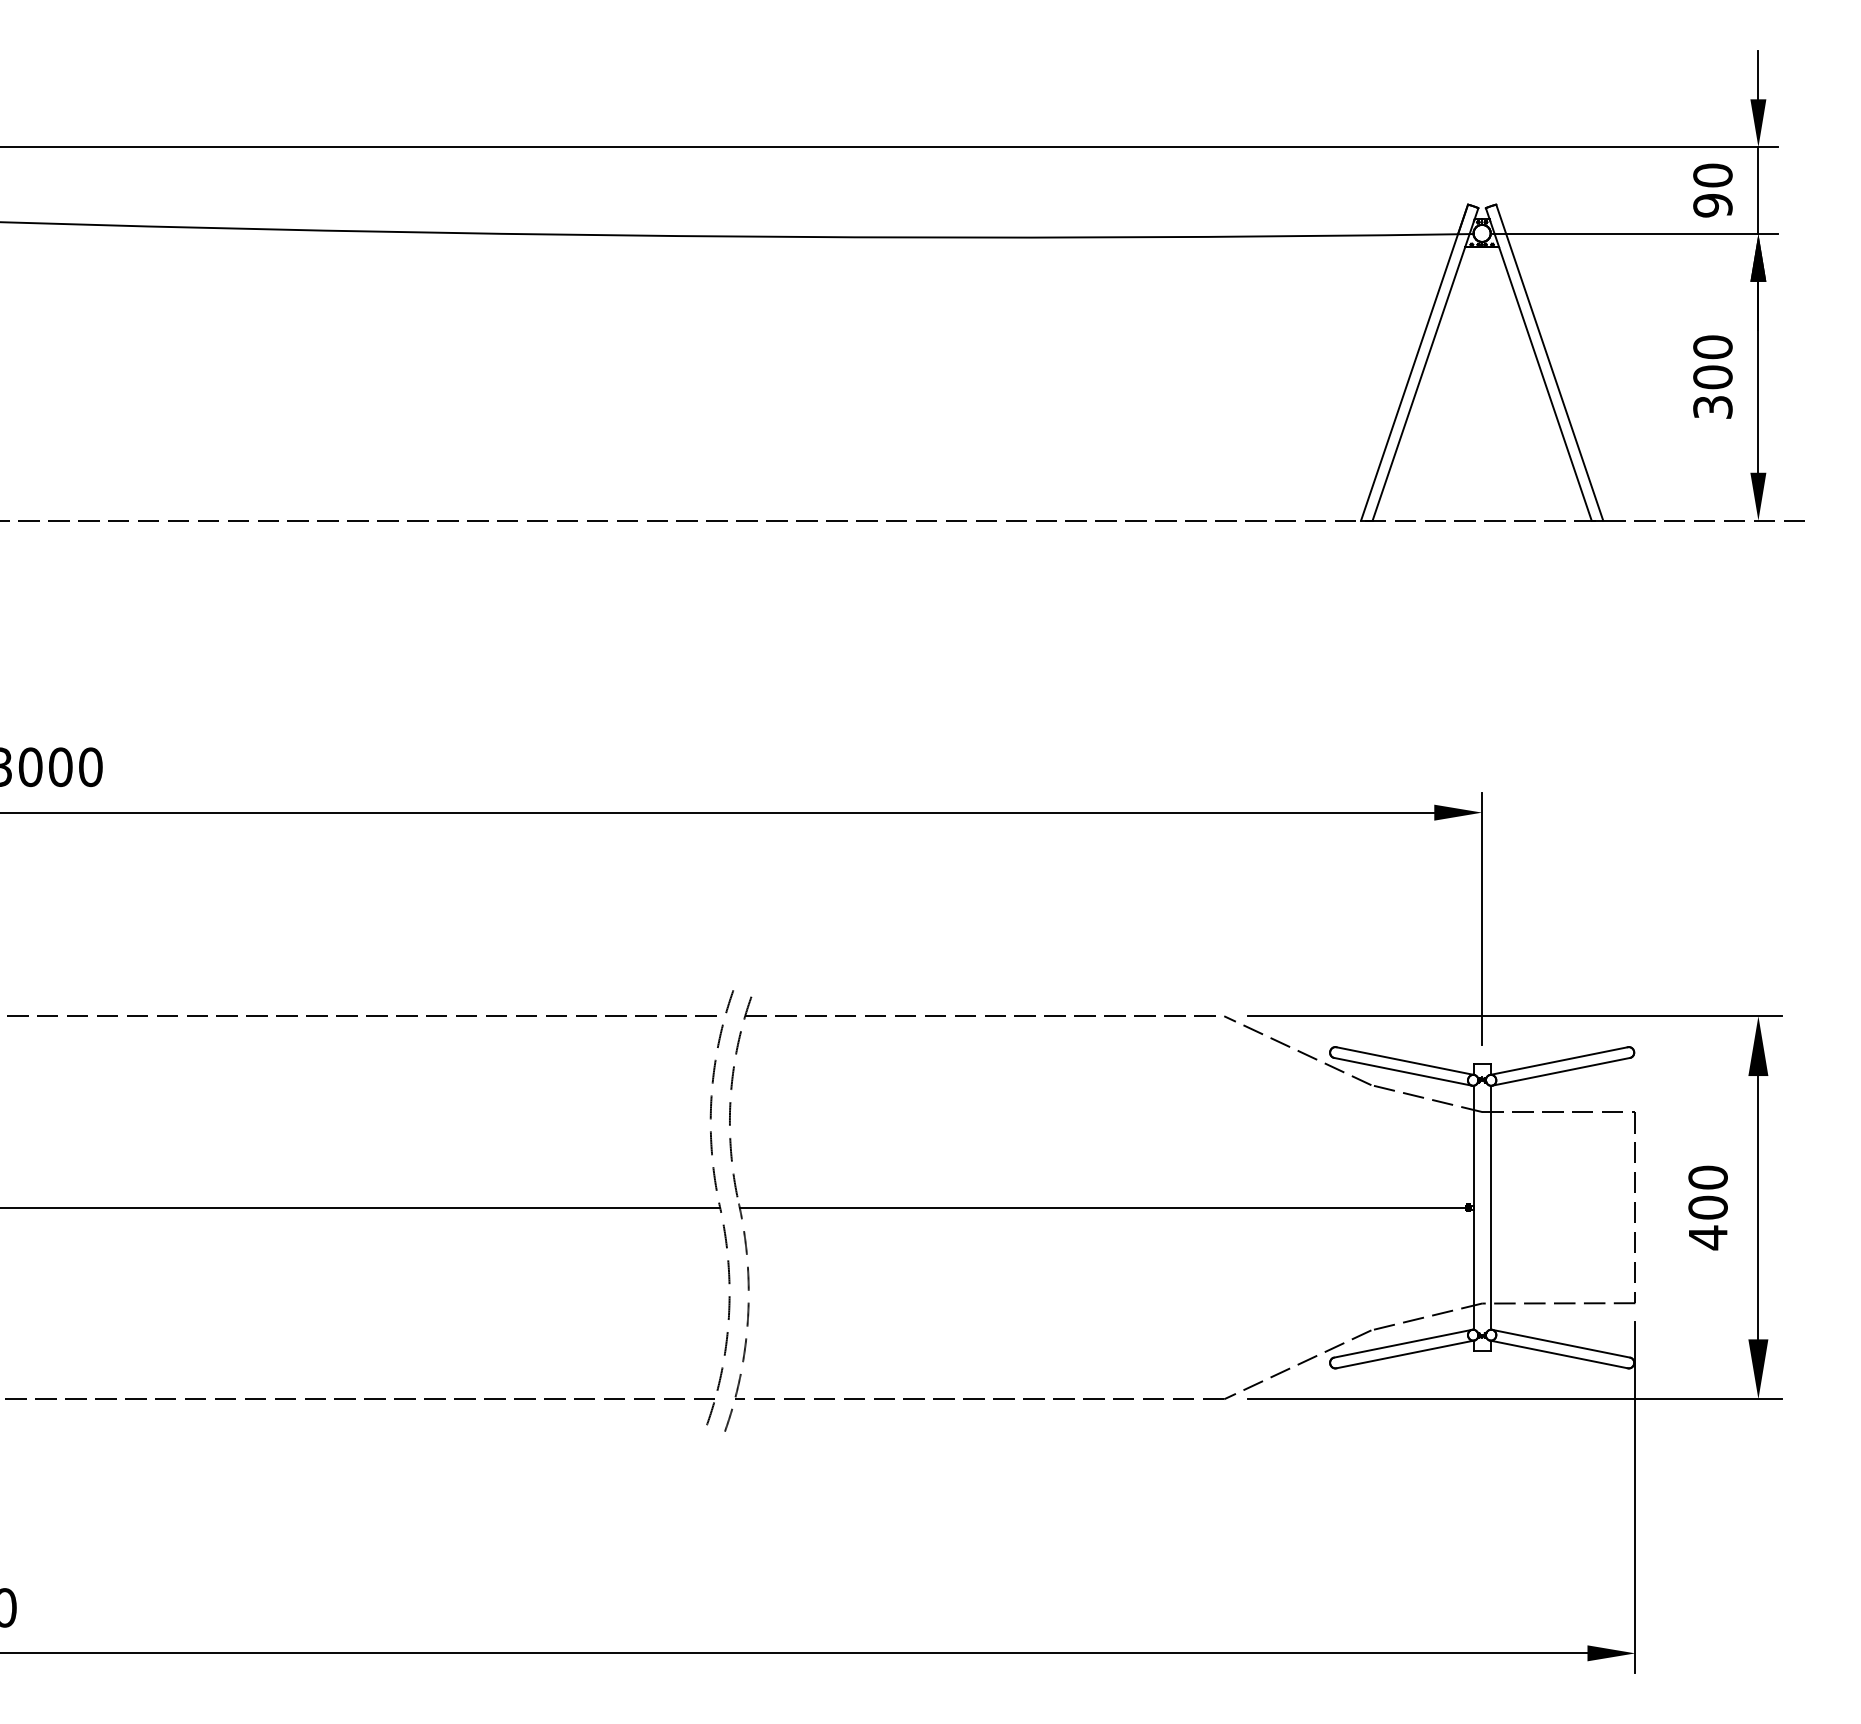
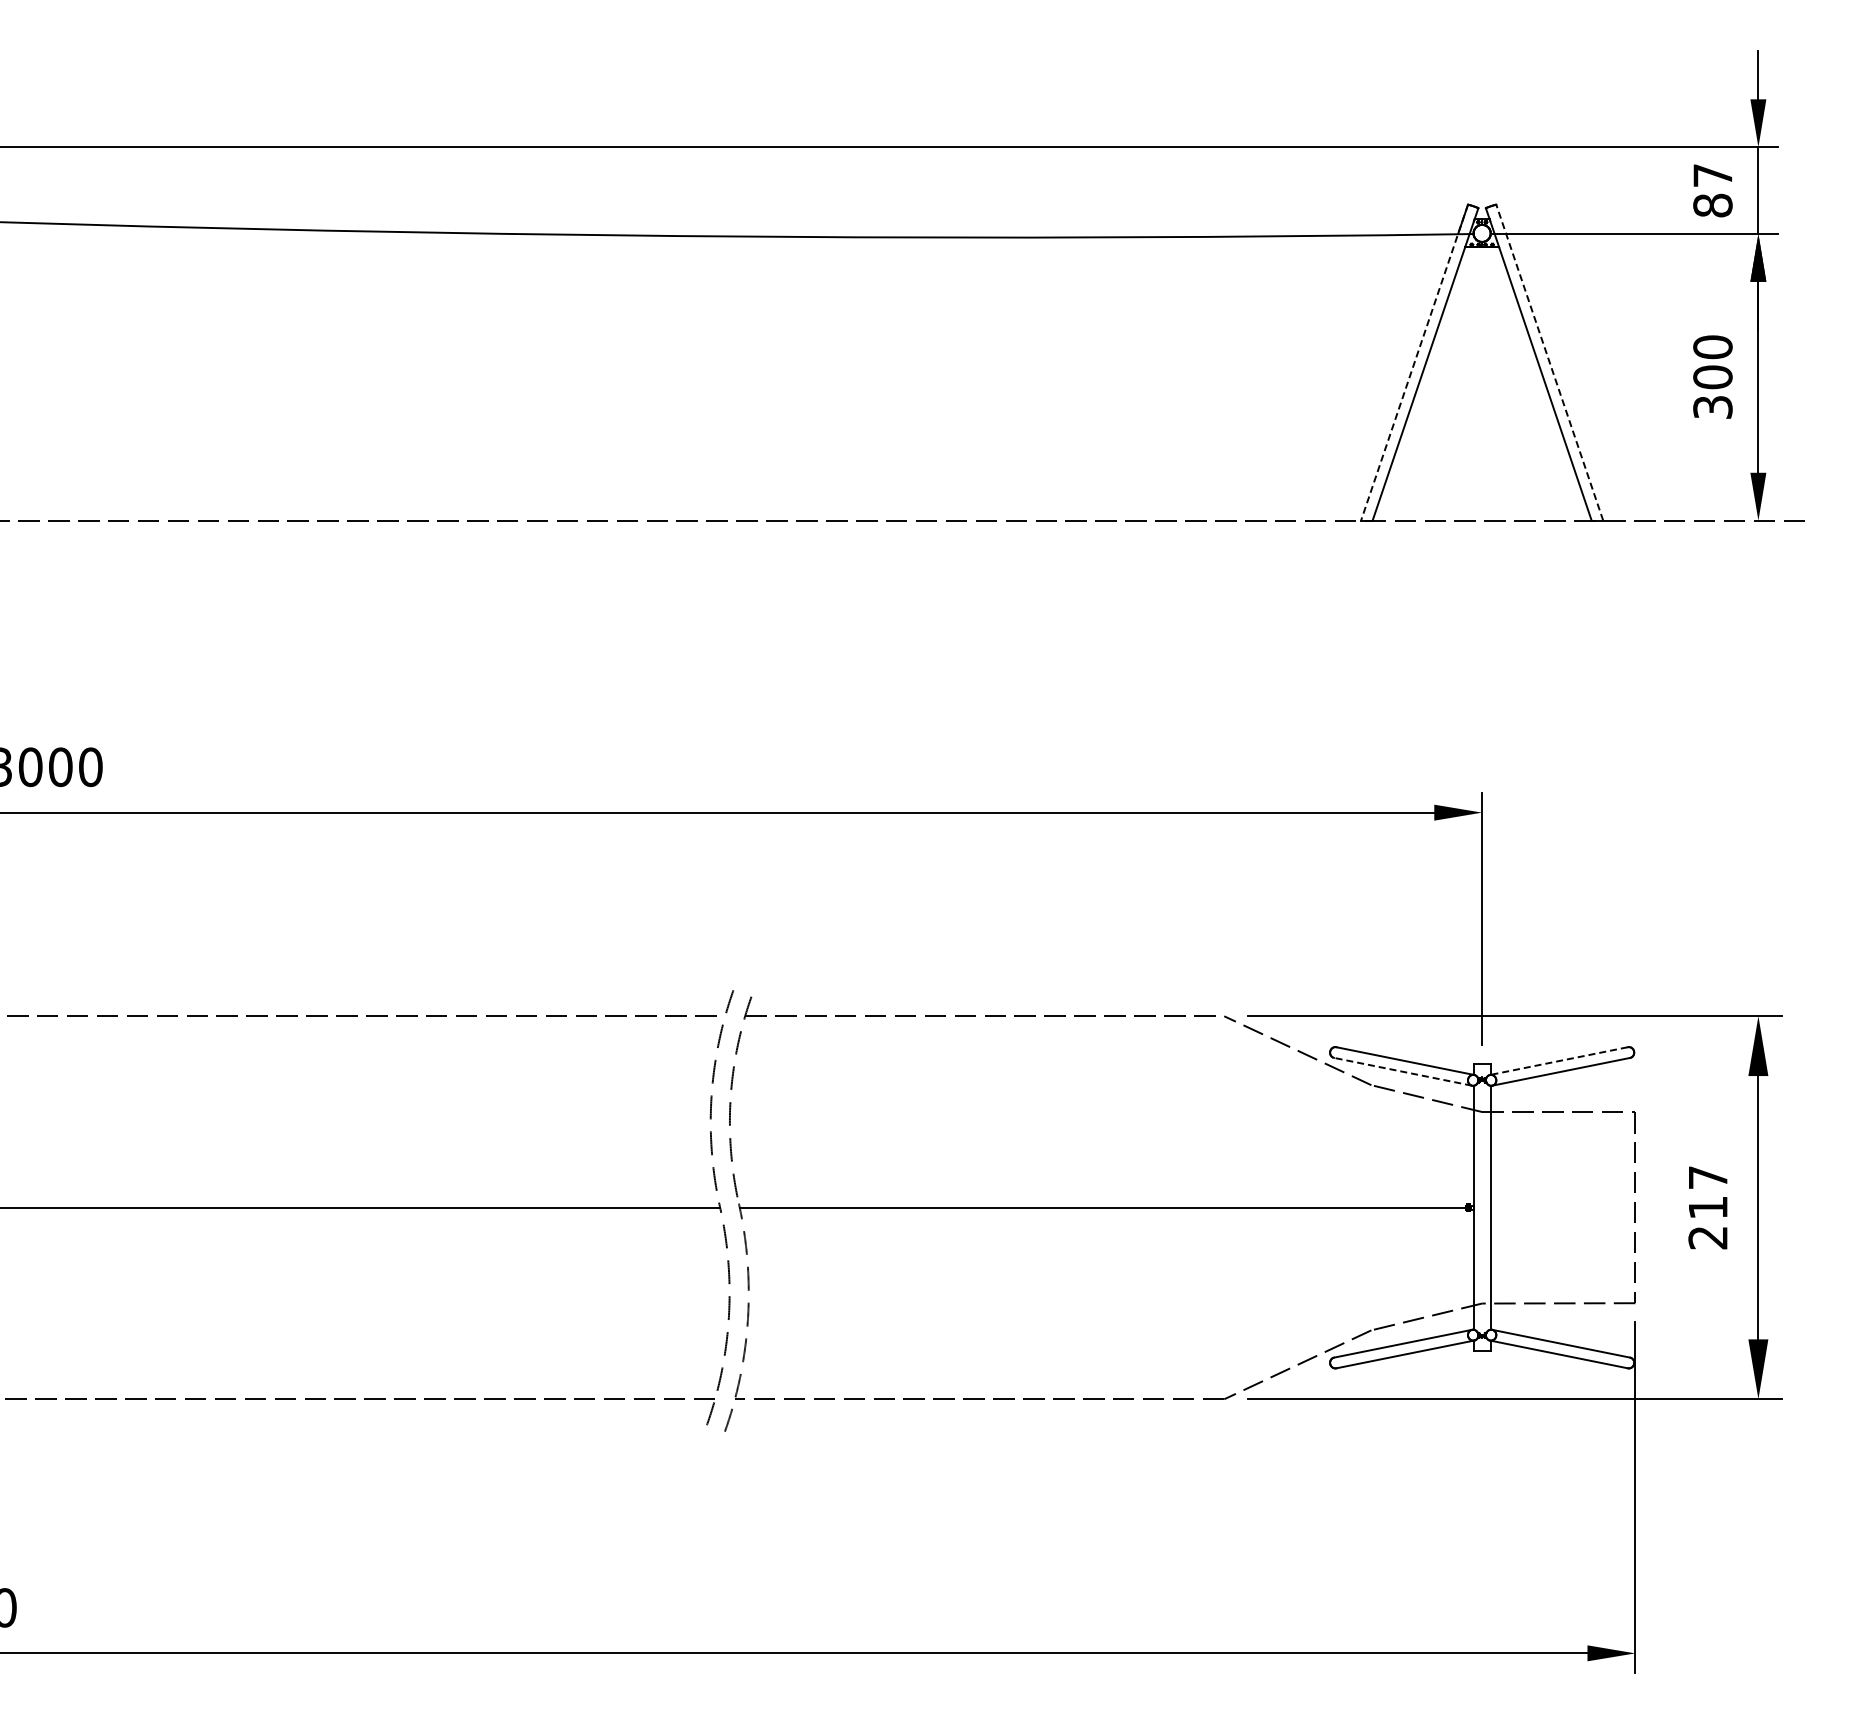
text at (1712, 190): 90 -> 87
line at (1414, 362): solid -> dashed
line at (1549, 362): solid -> dashed
line at (1558, 1061): solid -> dashed
line at (1402, 1071): solid -> dashed
text at (1707, 1207): 400 -> 217
